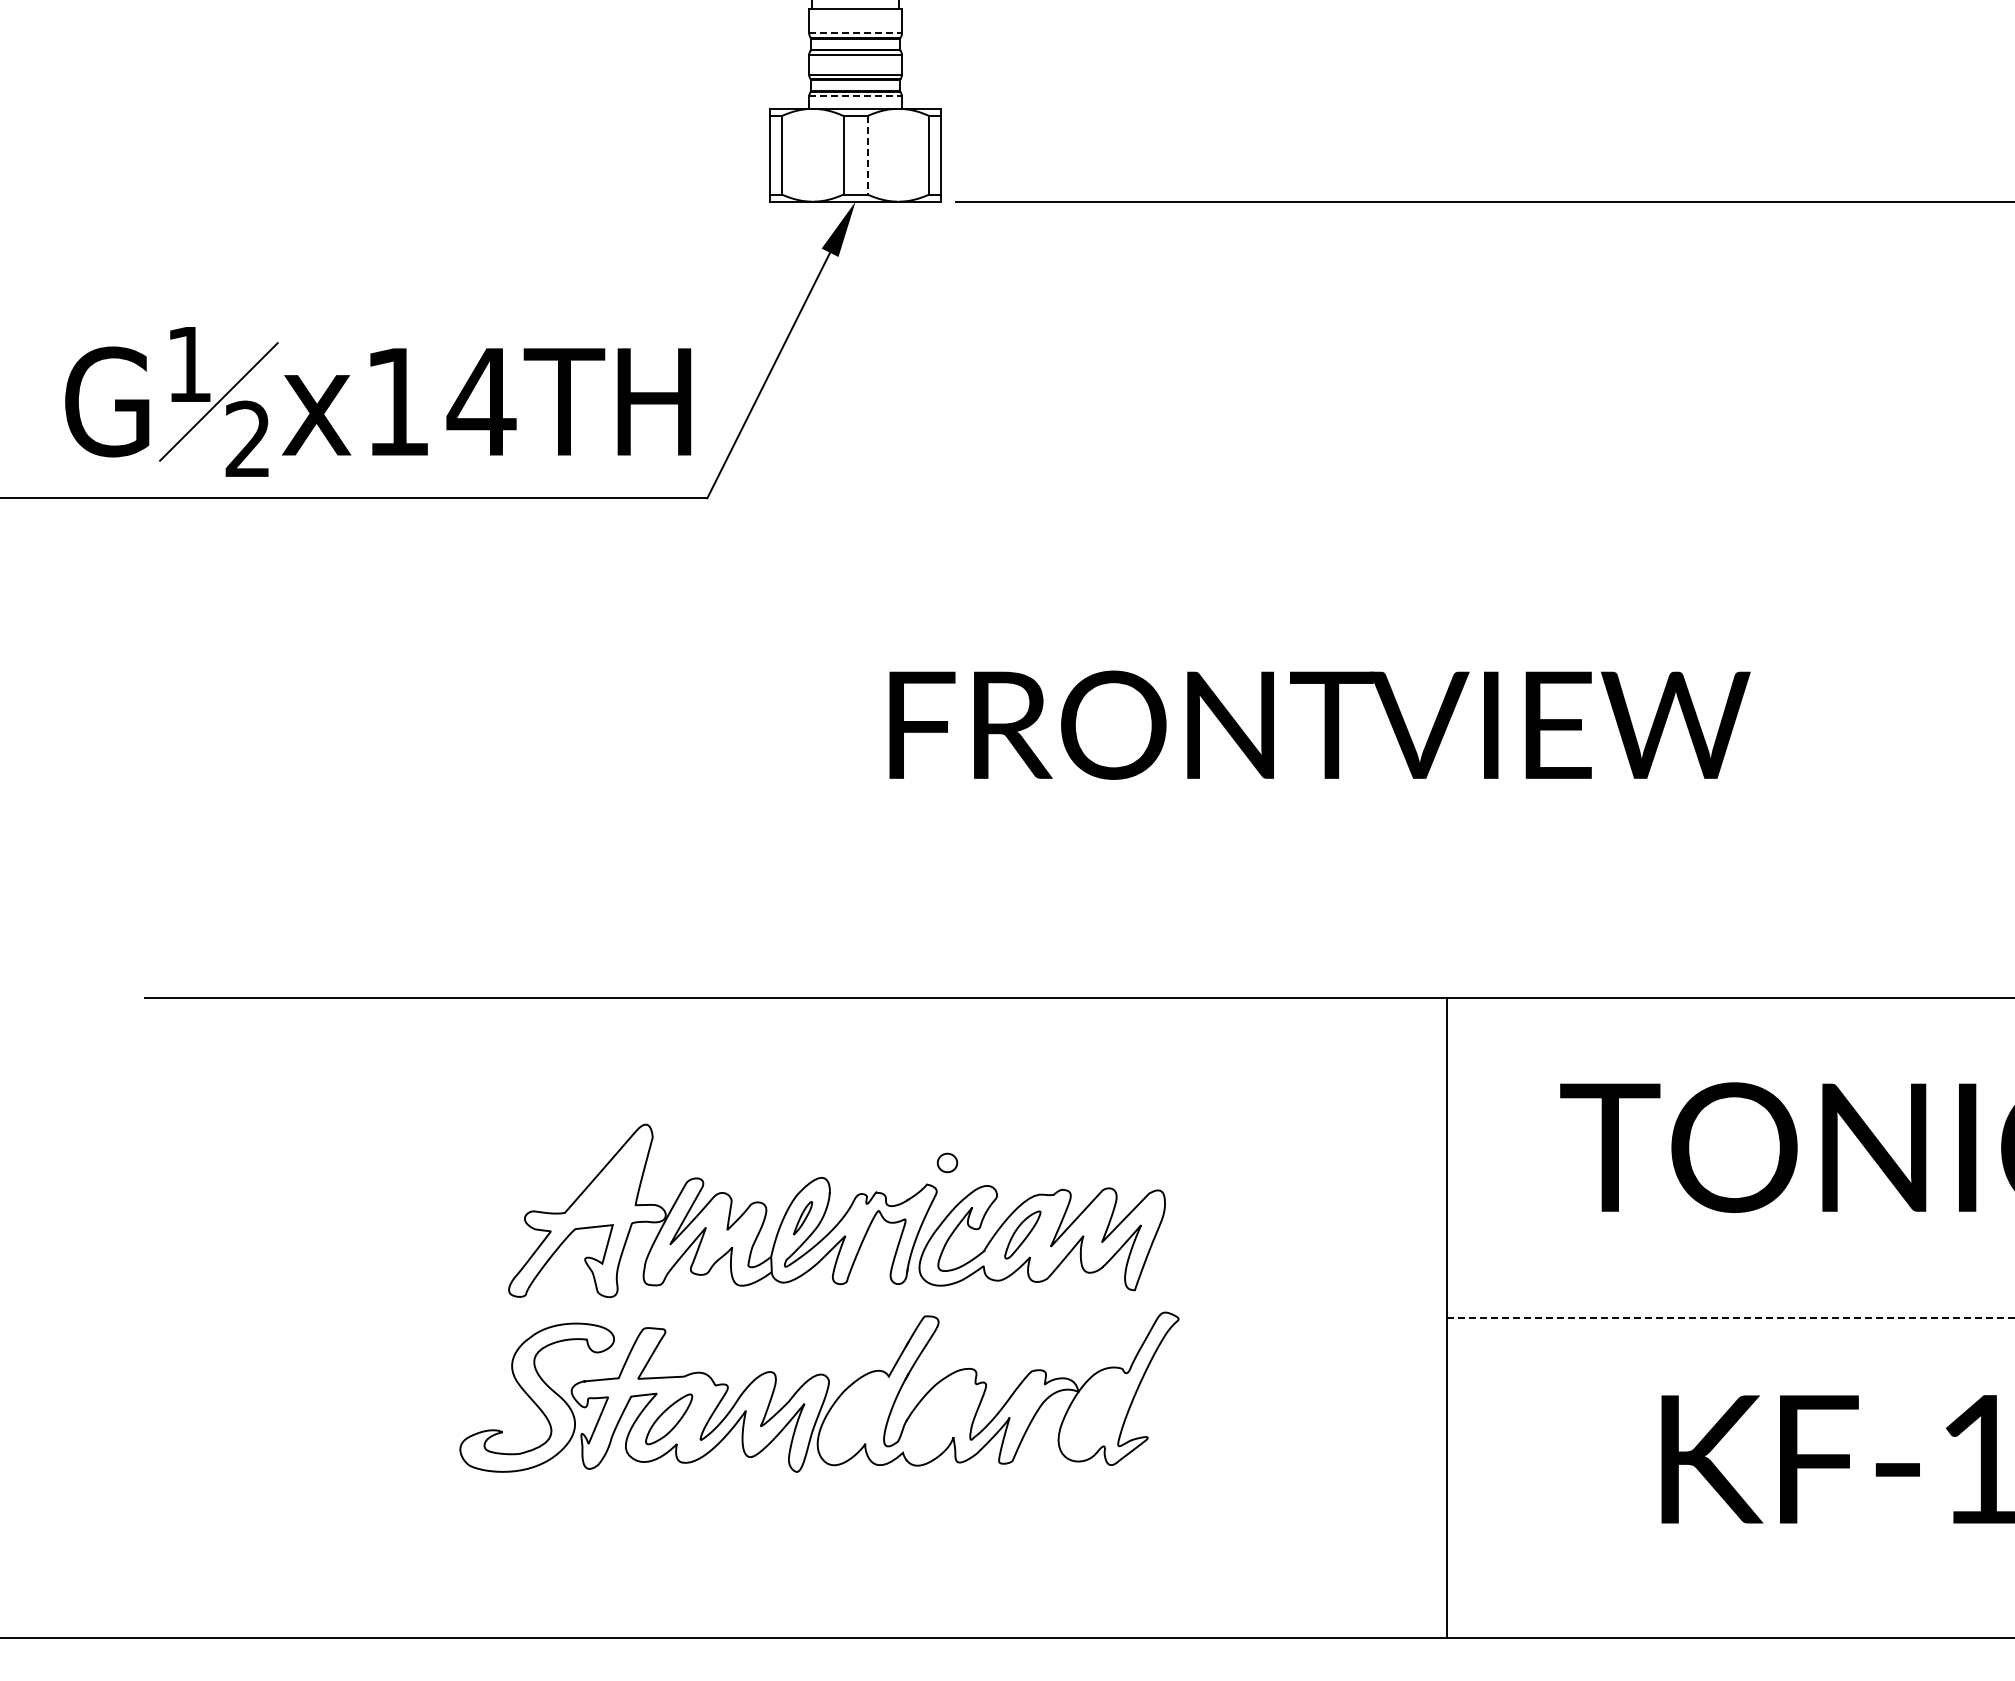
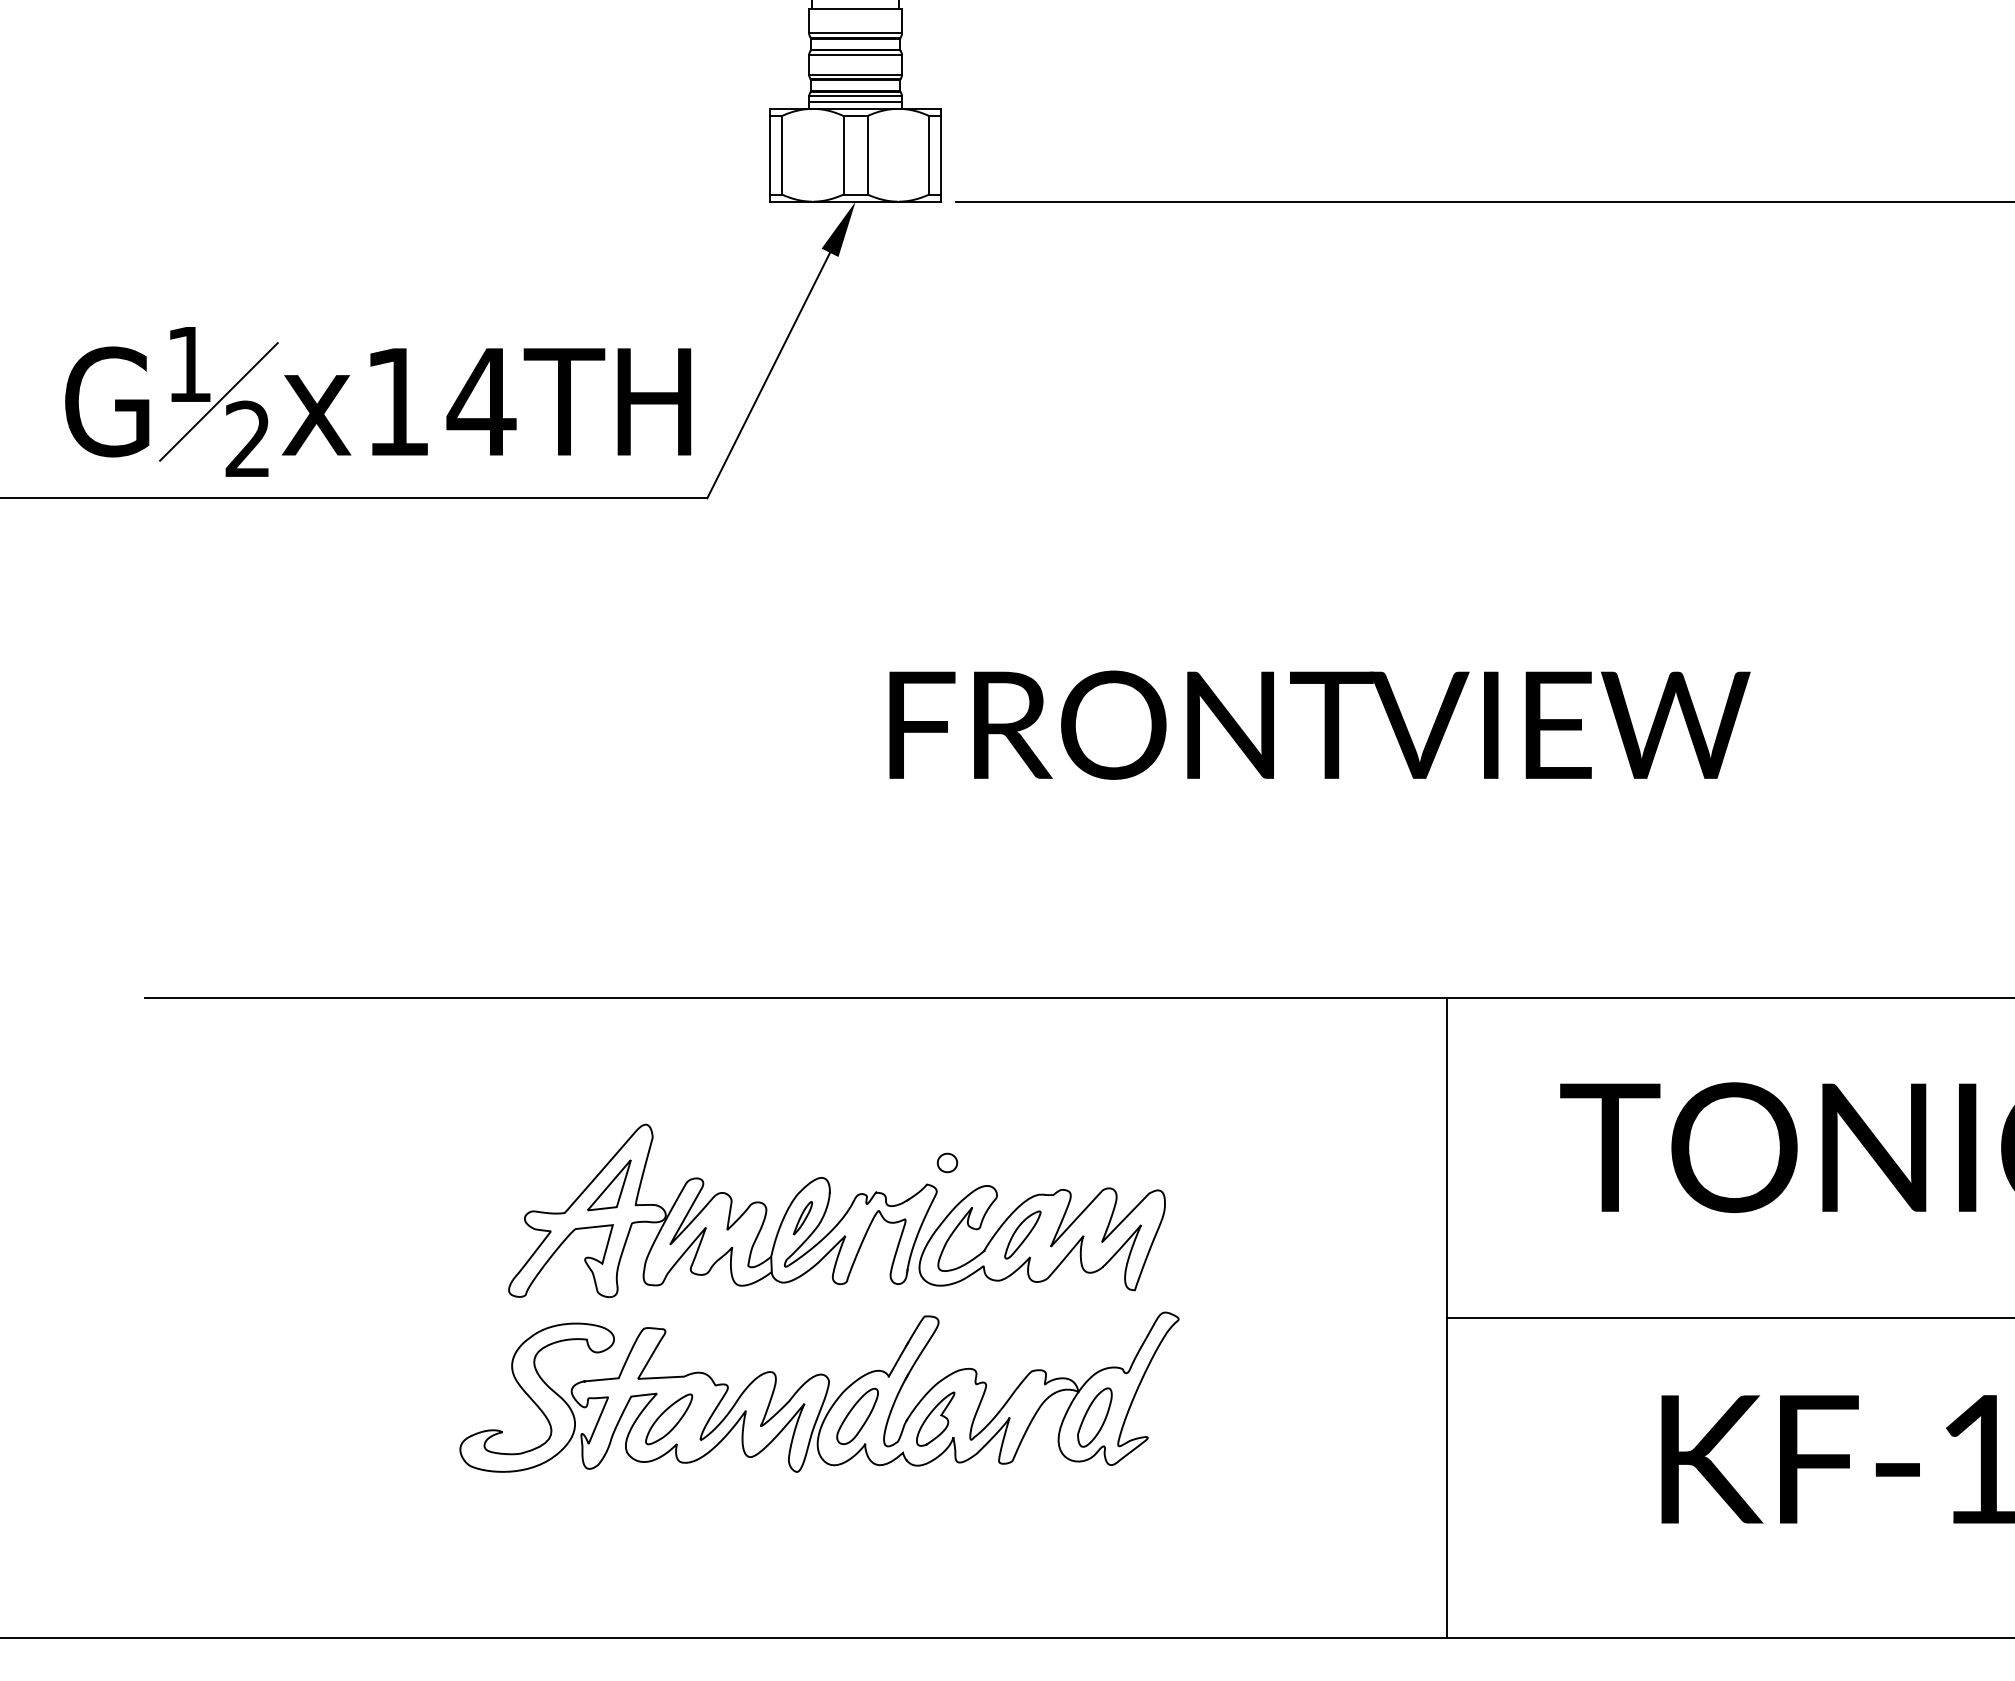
line at (856, 33): dashed -> solid
line at (856, 96): dashed -> solid
line at (855, 101): none -> present
line at (867, 155): dashed -> solid
part at (609, 1185): none -> present
line at (1731, 1317): dashed -> solid
part at (857, 1416): none -> present
part at (1094, 1417): none -> present
part at (935, 1418): none -> present
